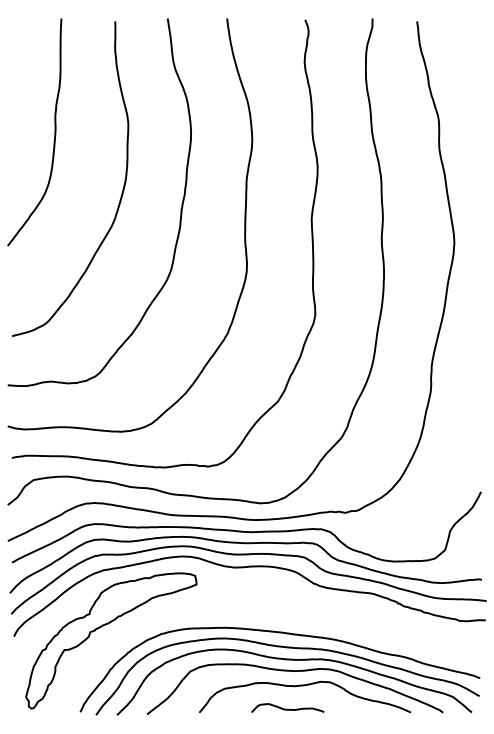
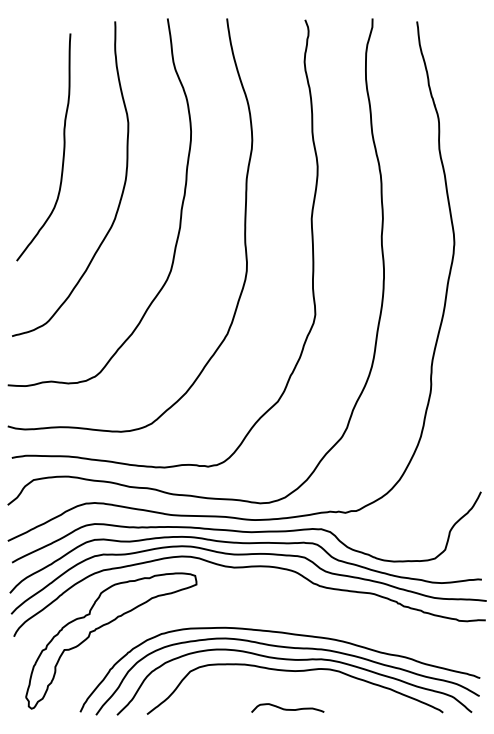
curve at (54, 132) position: (54, 132) -> (63, 147)
curve at (304, 686): present -> none
